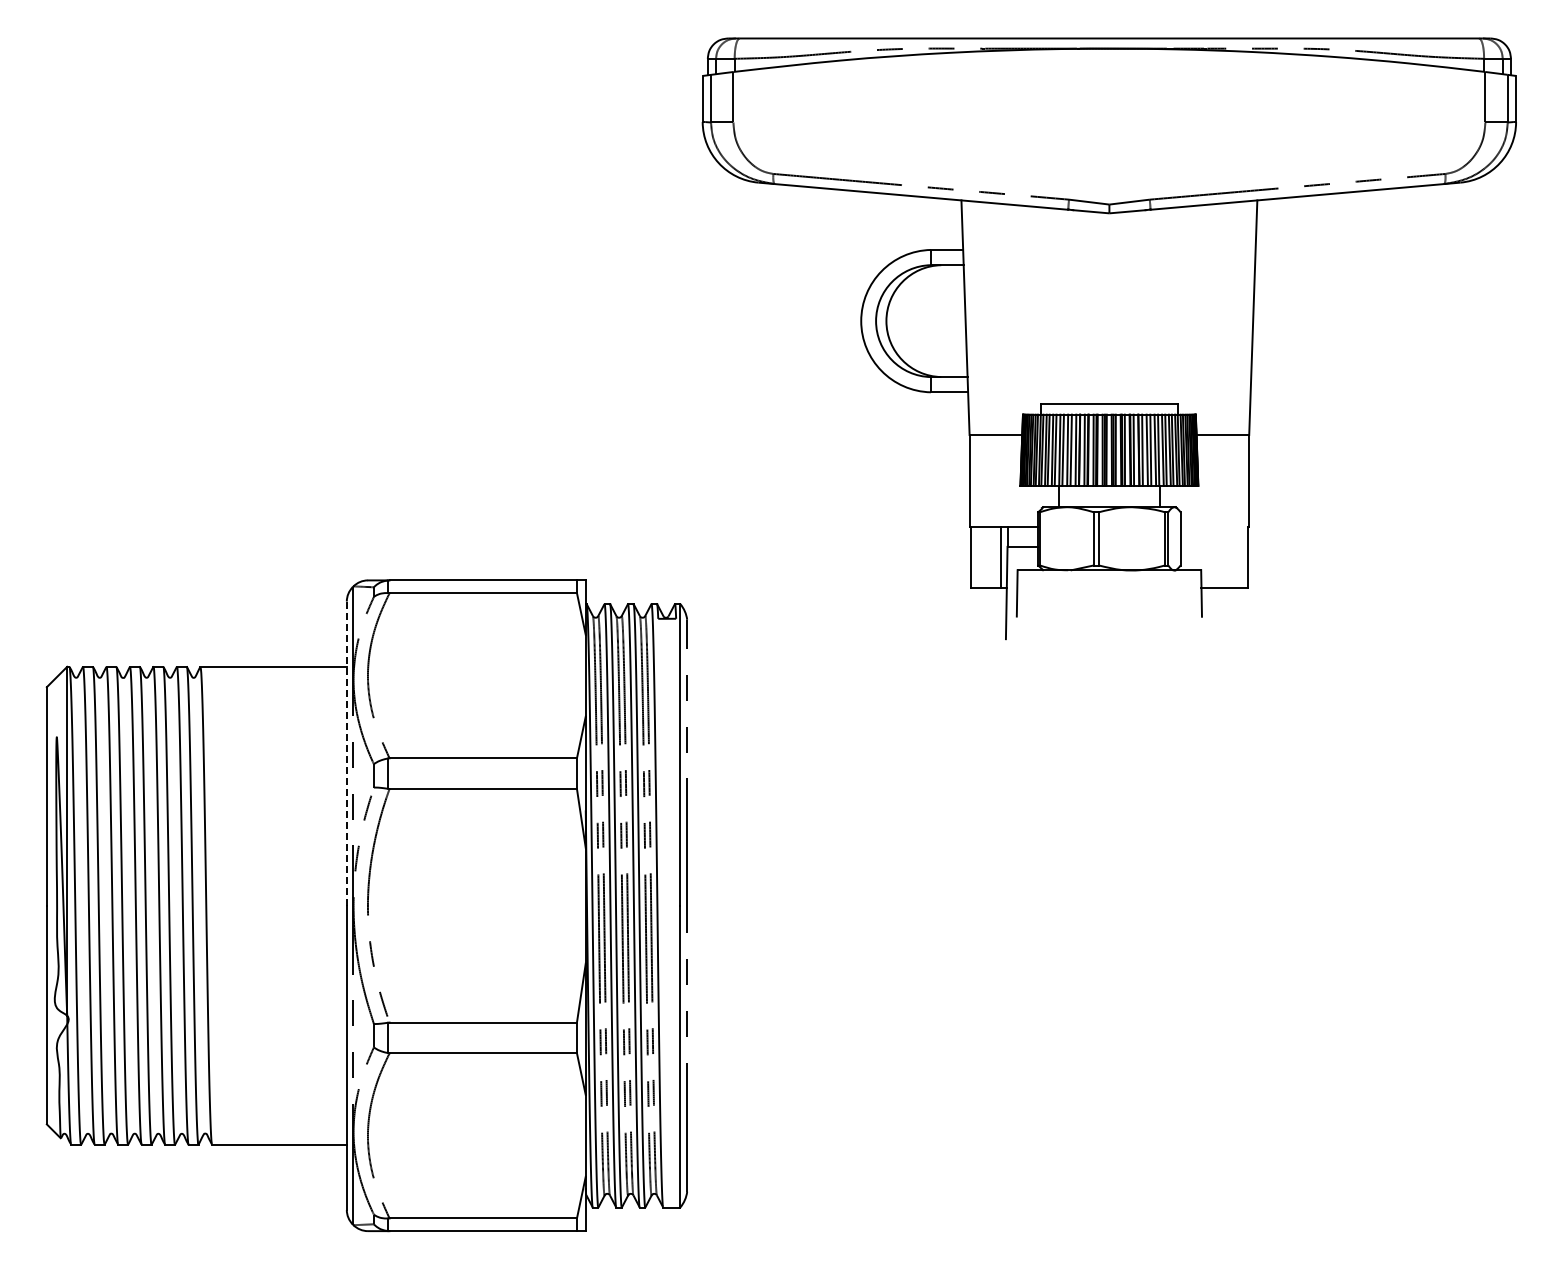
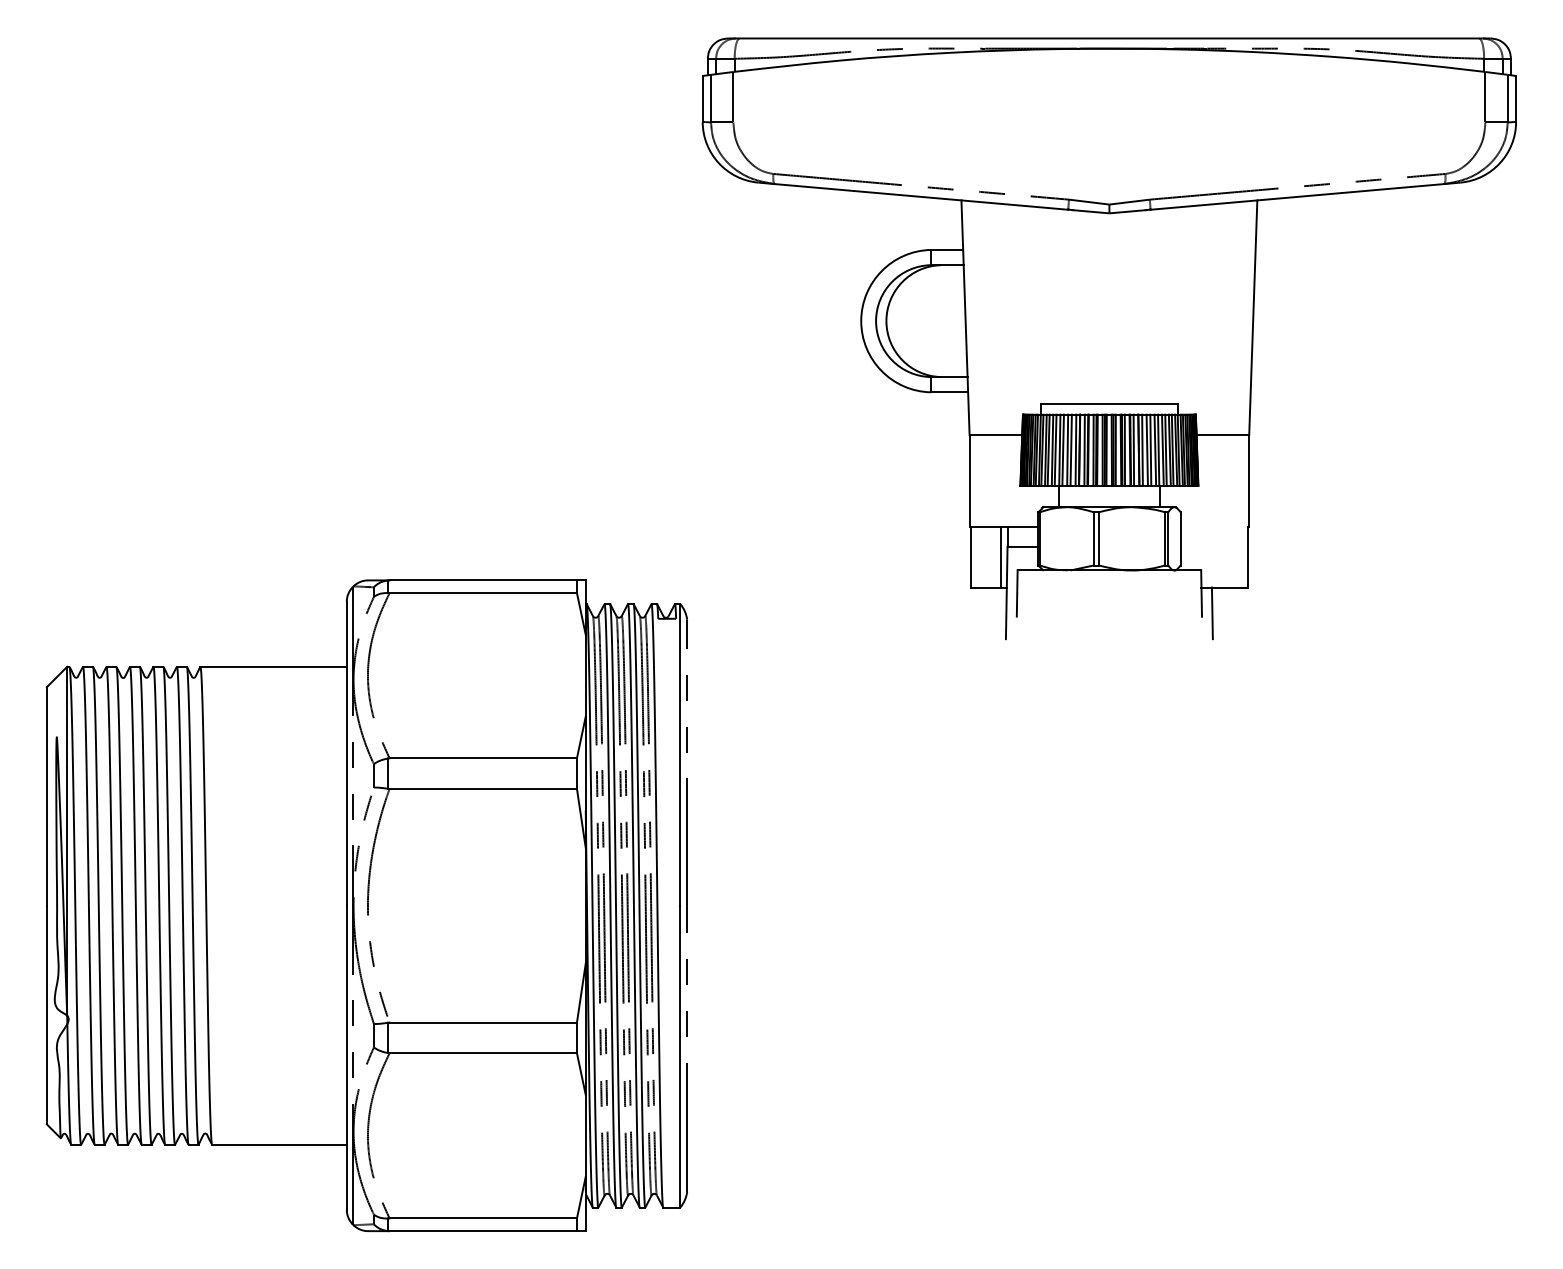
line at (1211, 613): none -> present
line at (346, 753): dashed -> solid
